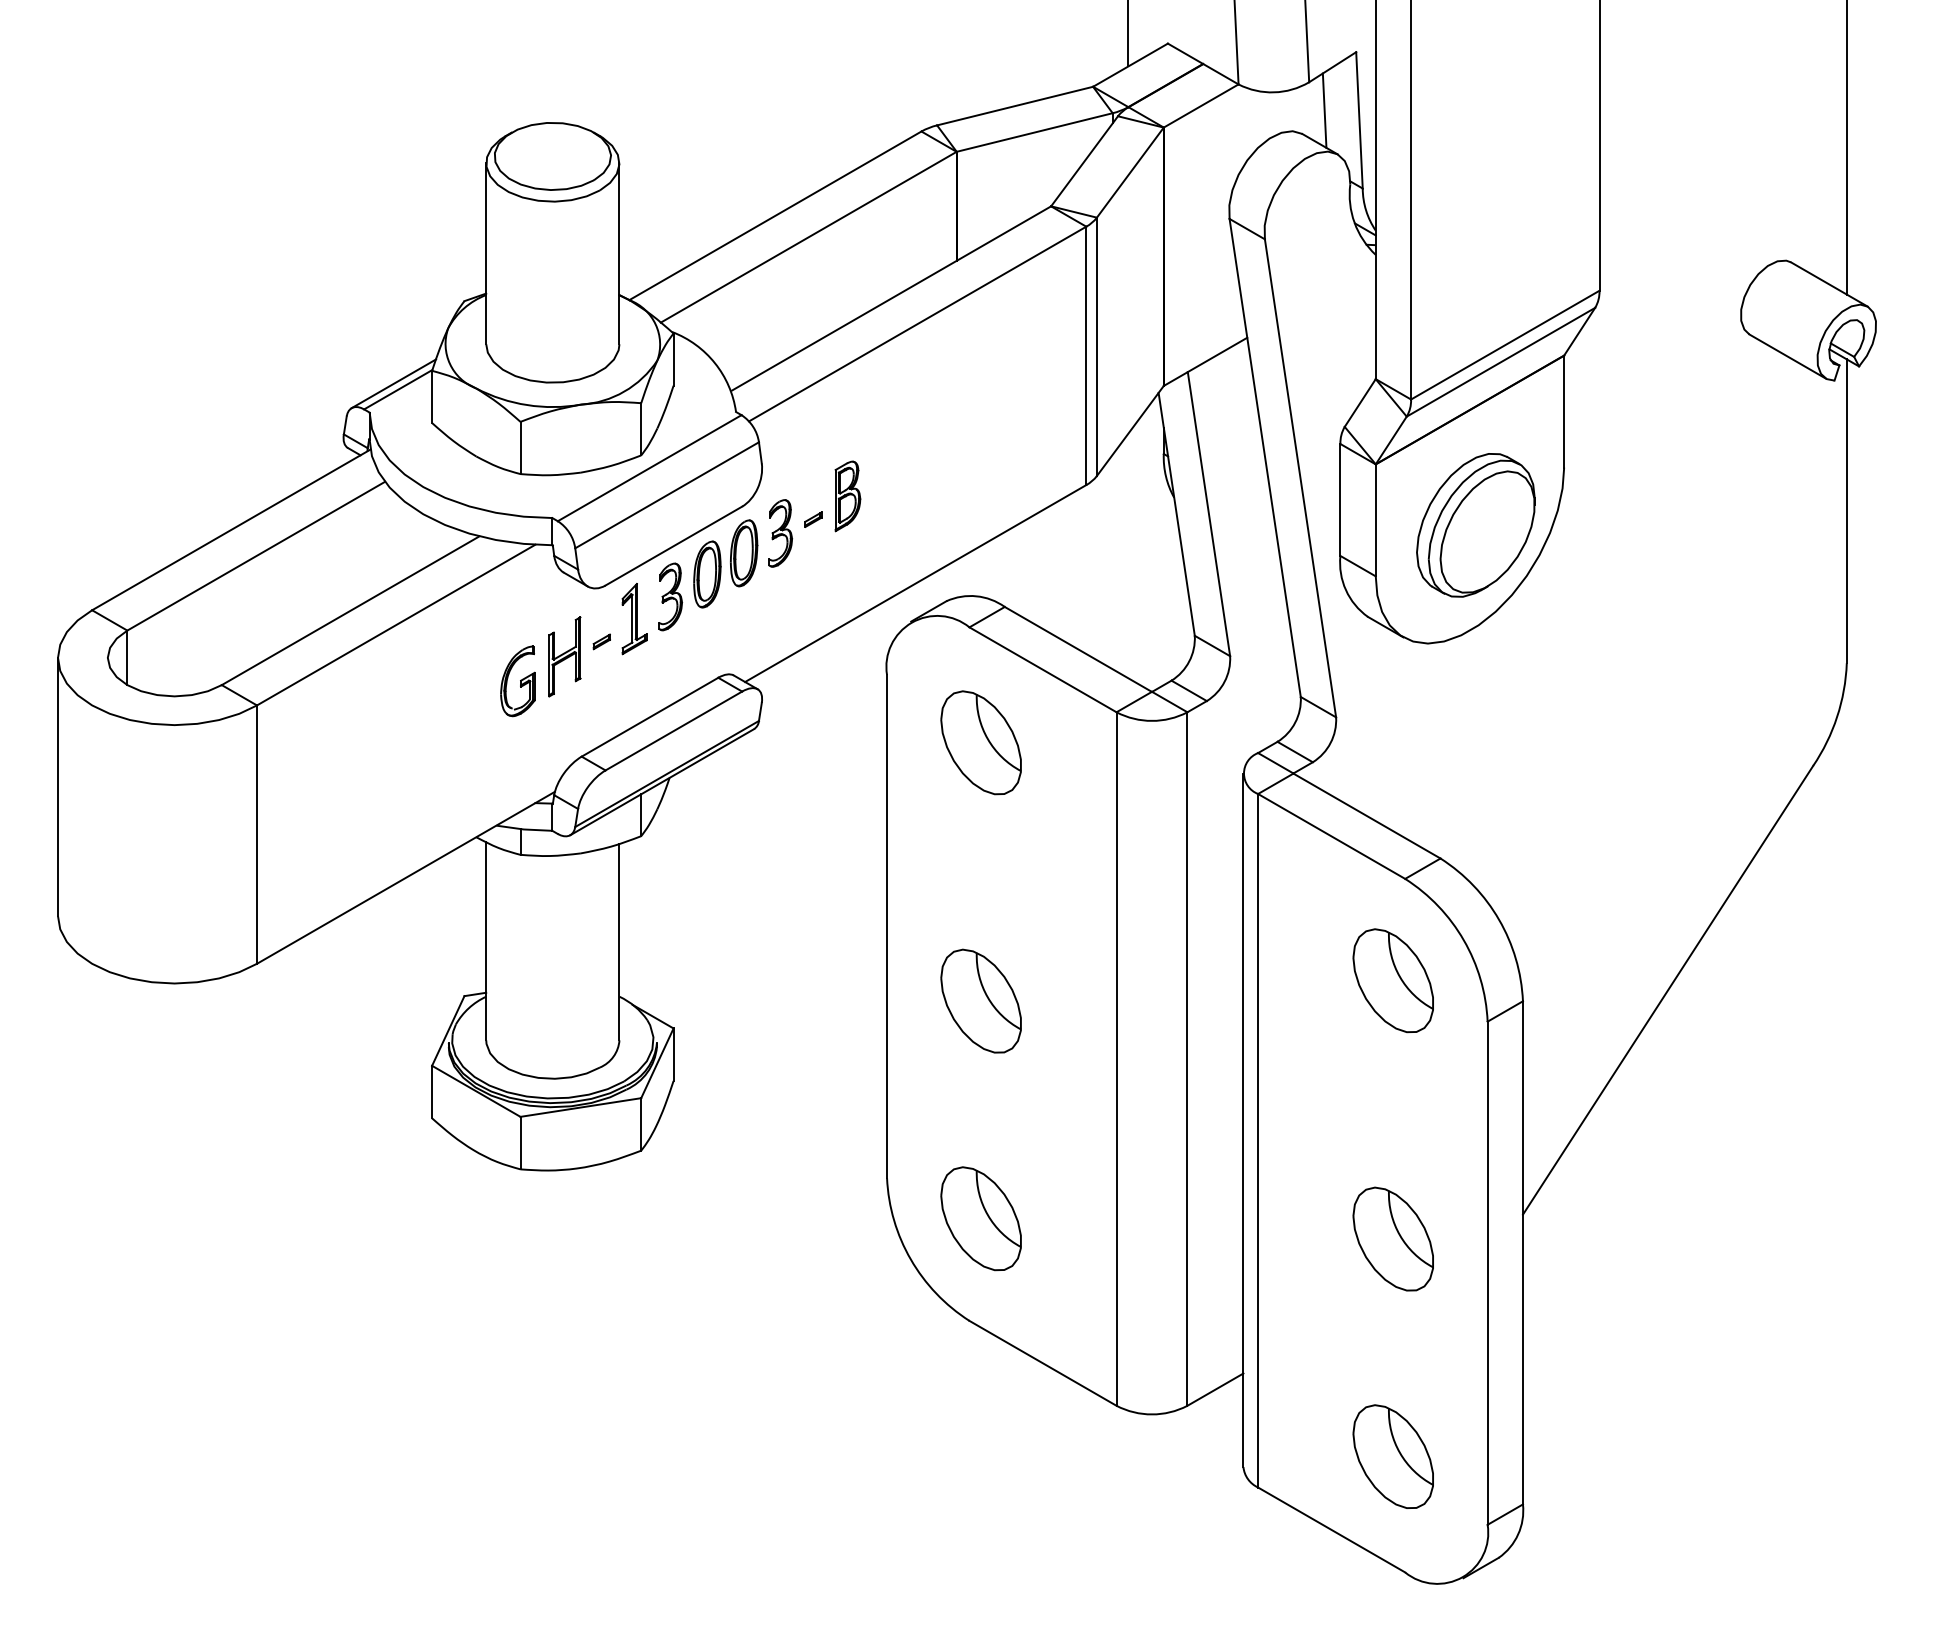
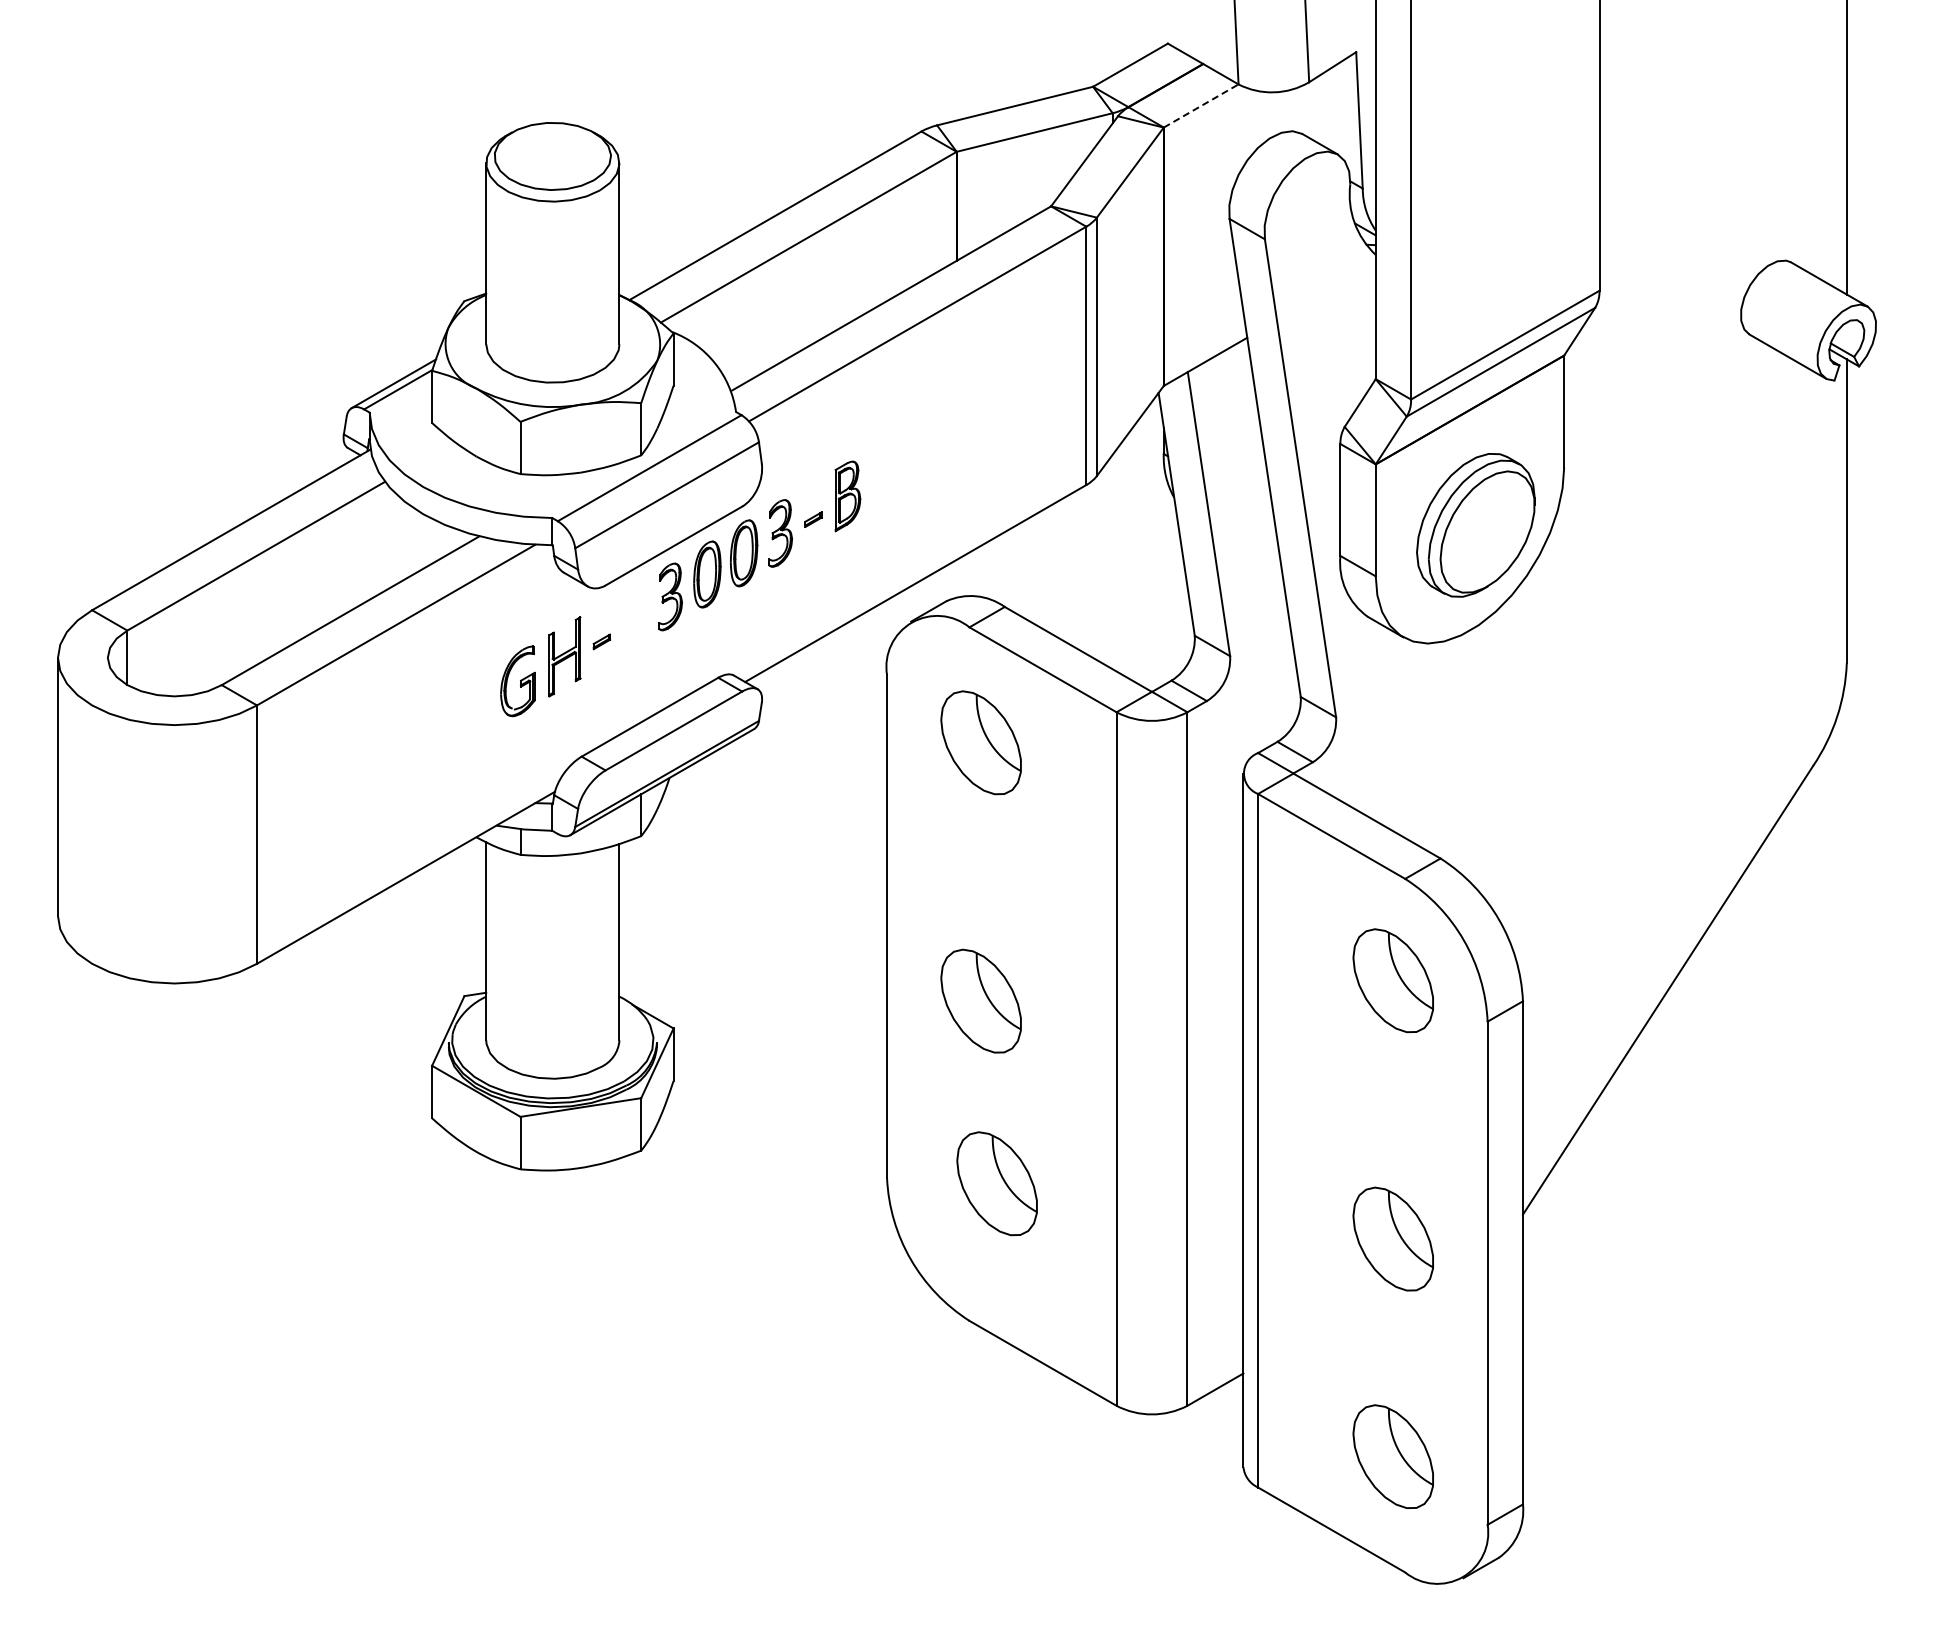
line at (1128, 34): present -> none
line at (1201, 105): solid -> dashed
line at (1324, 110): present -> none
part at (634, 619): present -> none
part at (980, 1218) position: (980, 1218) -> (996, 1183)
